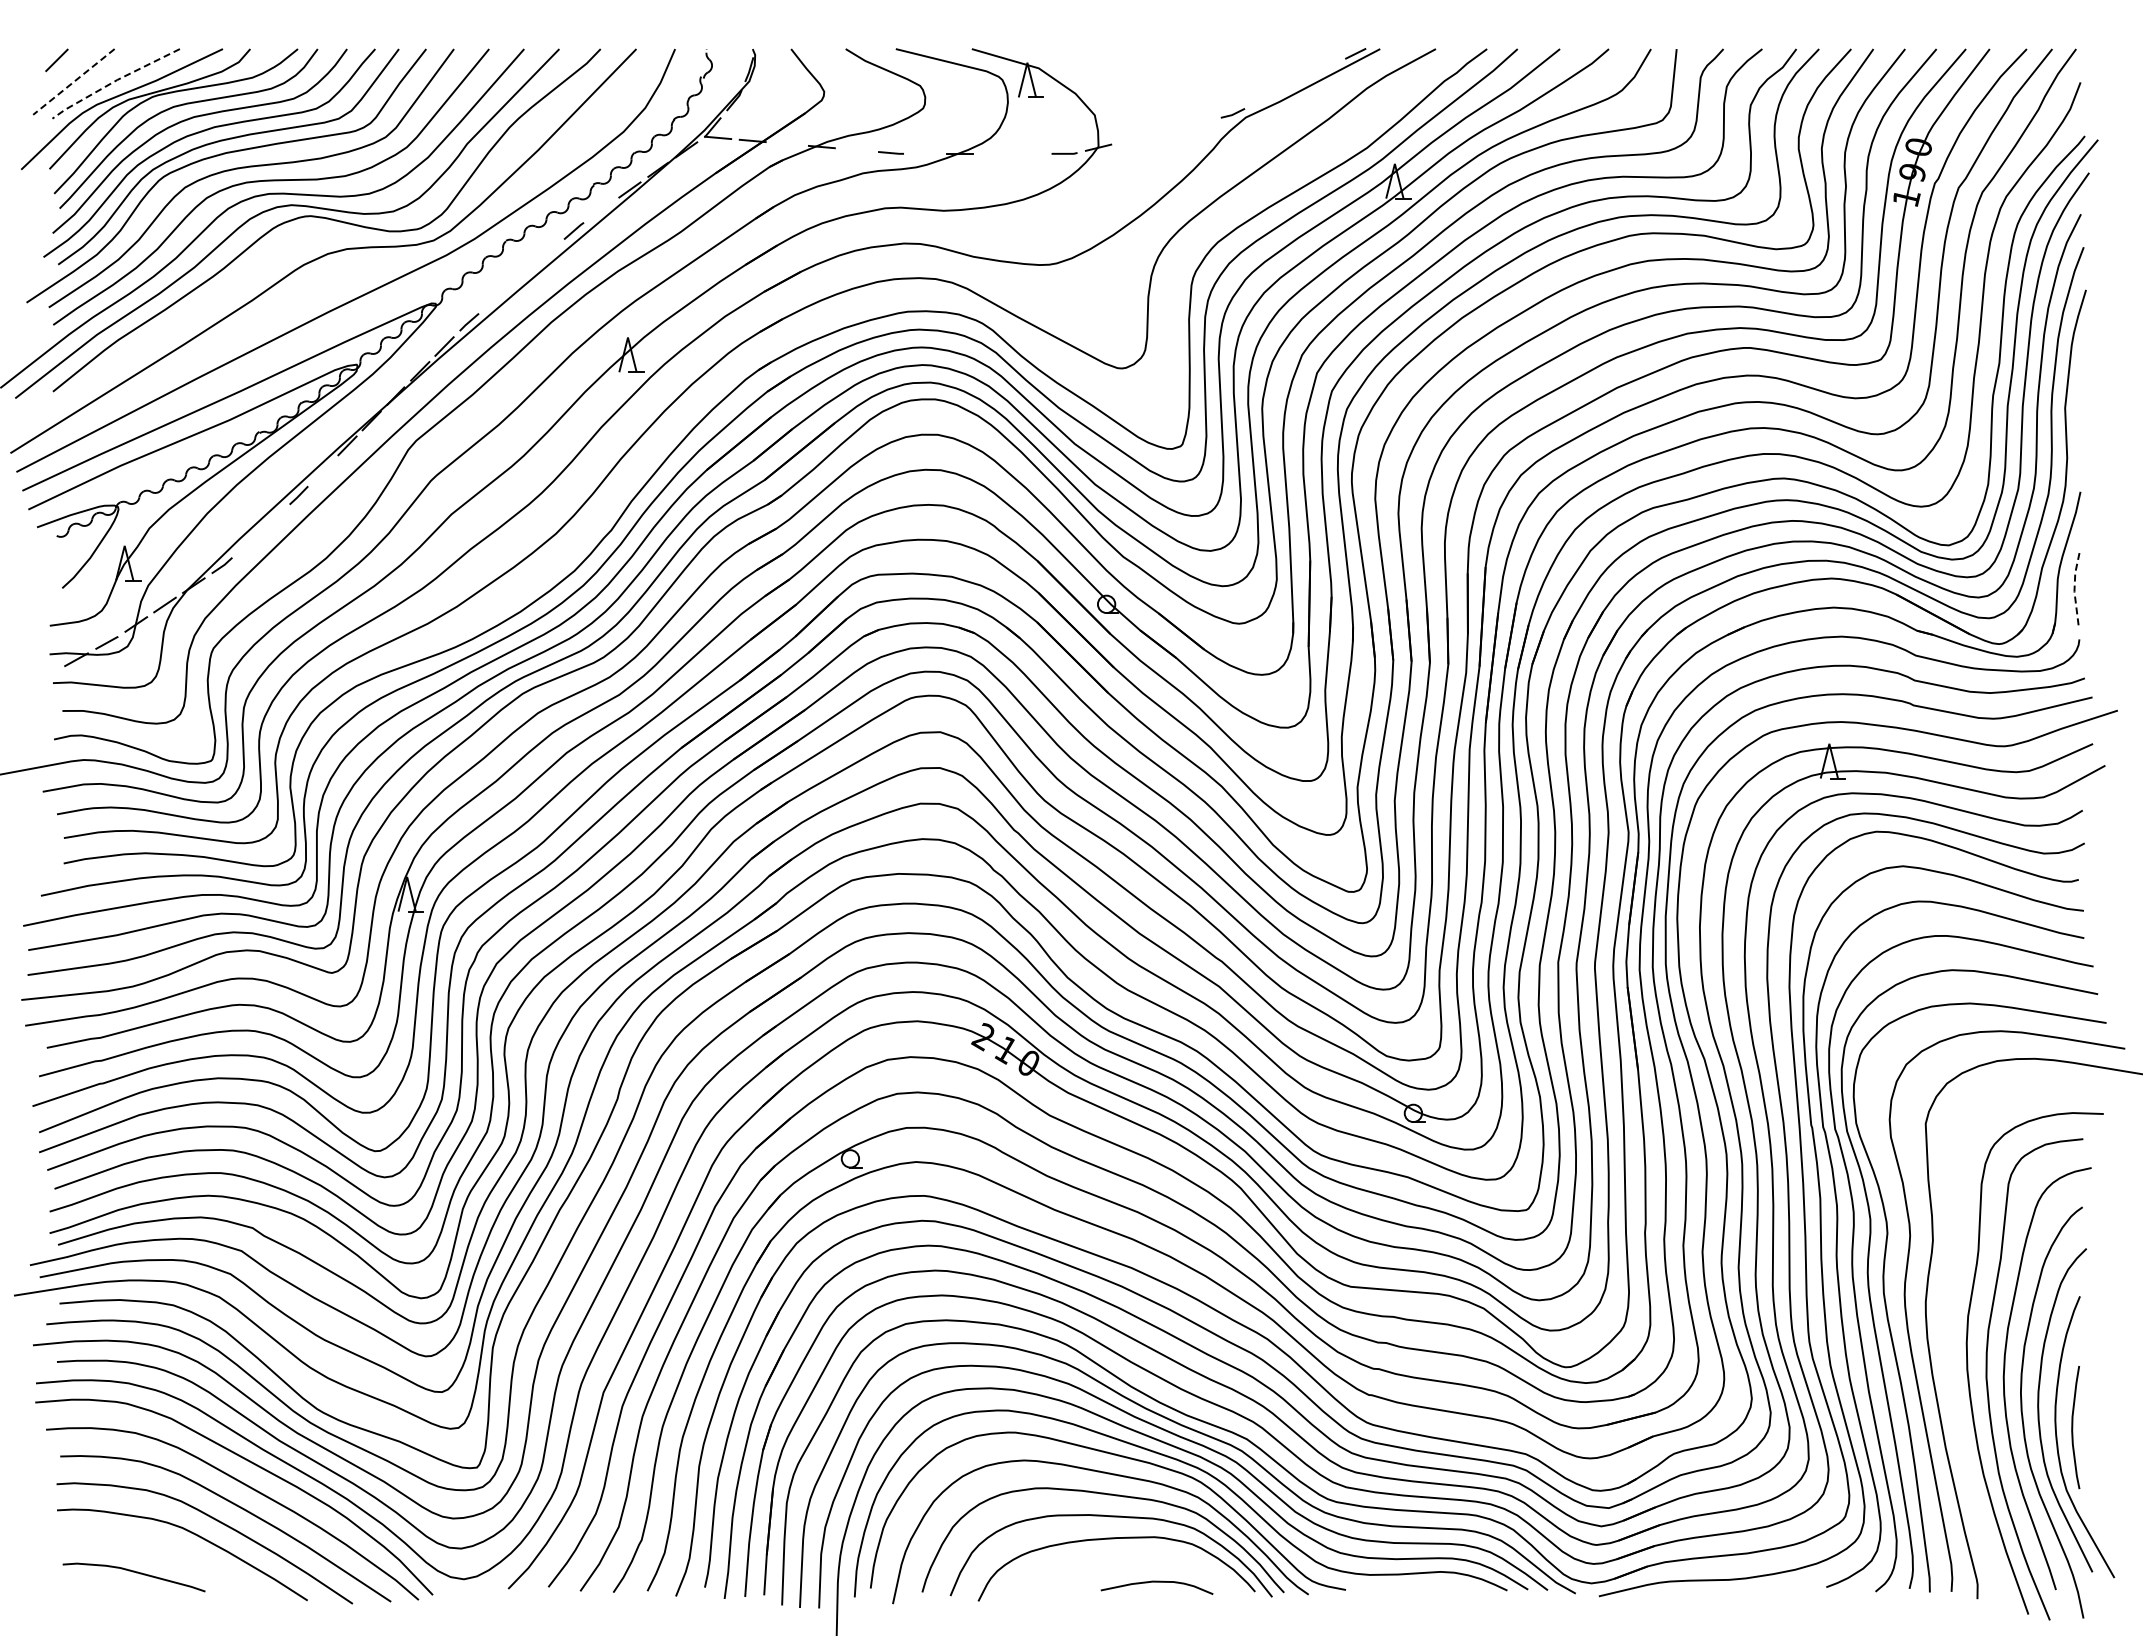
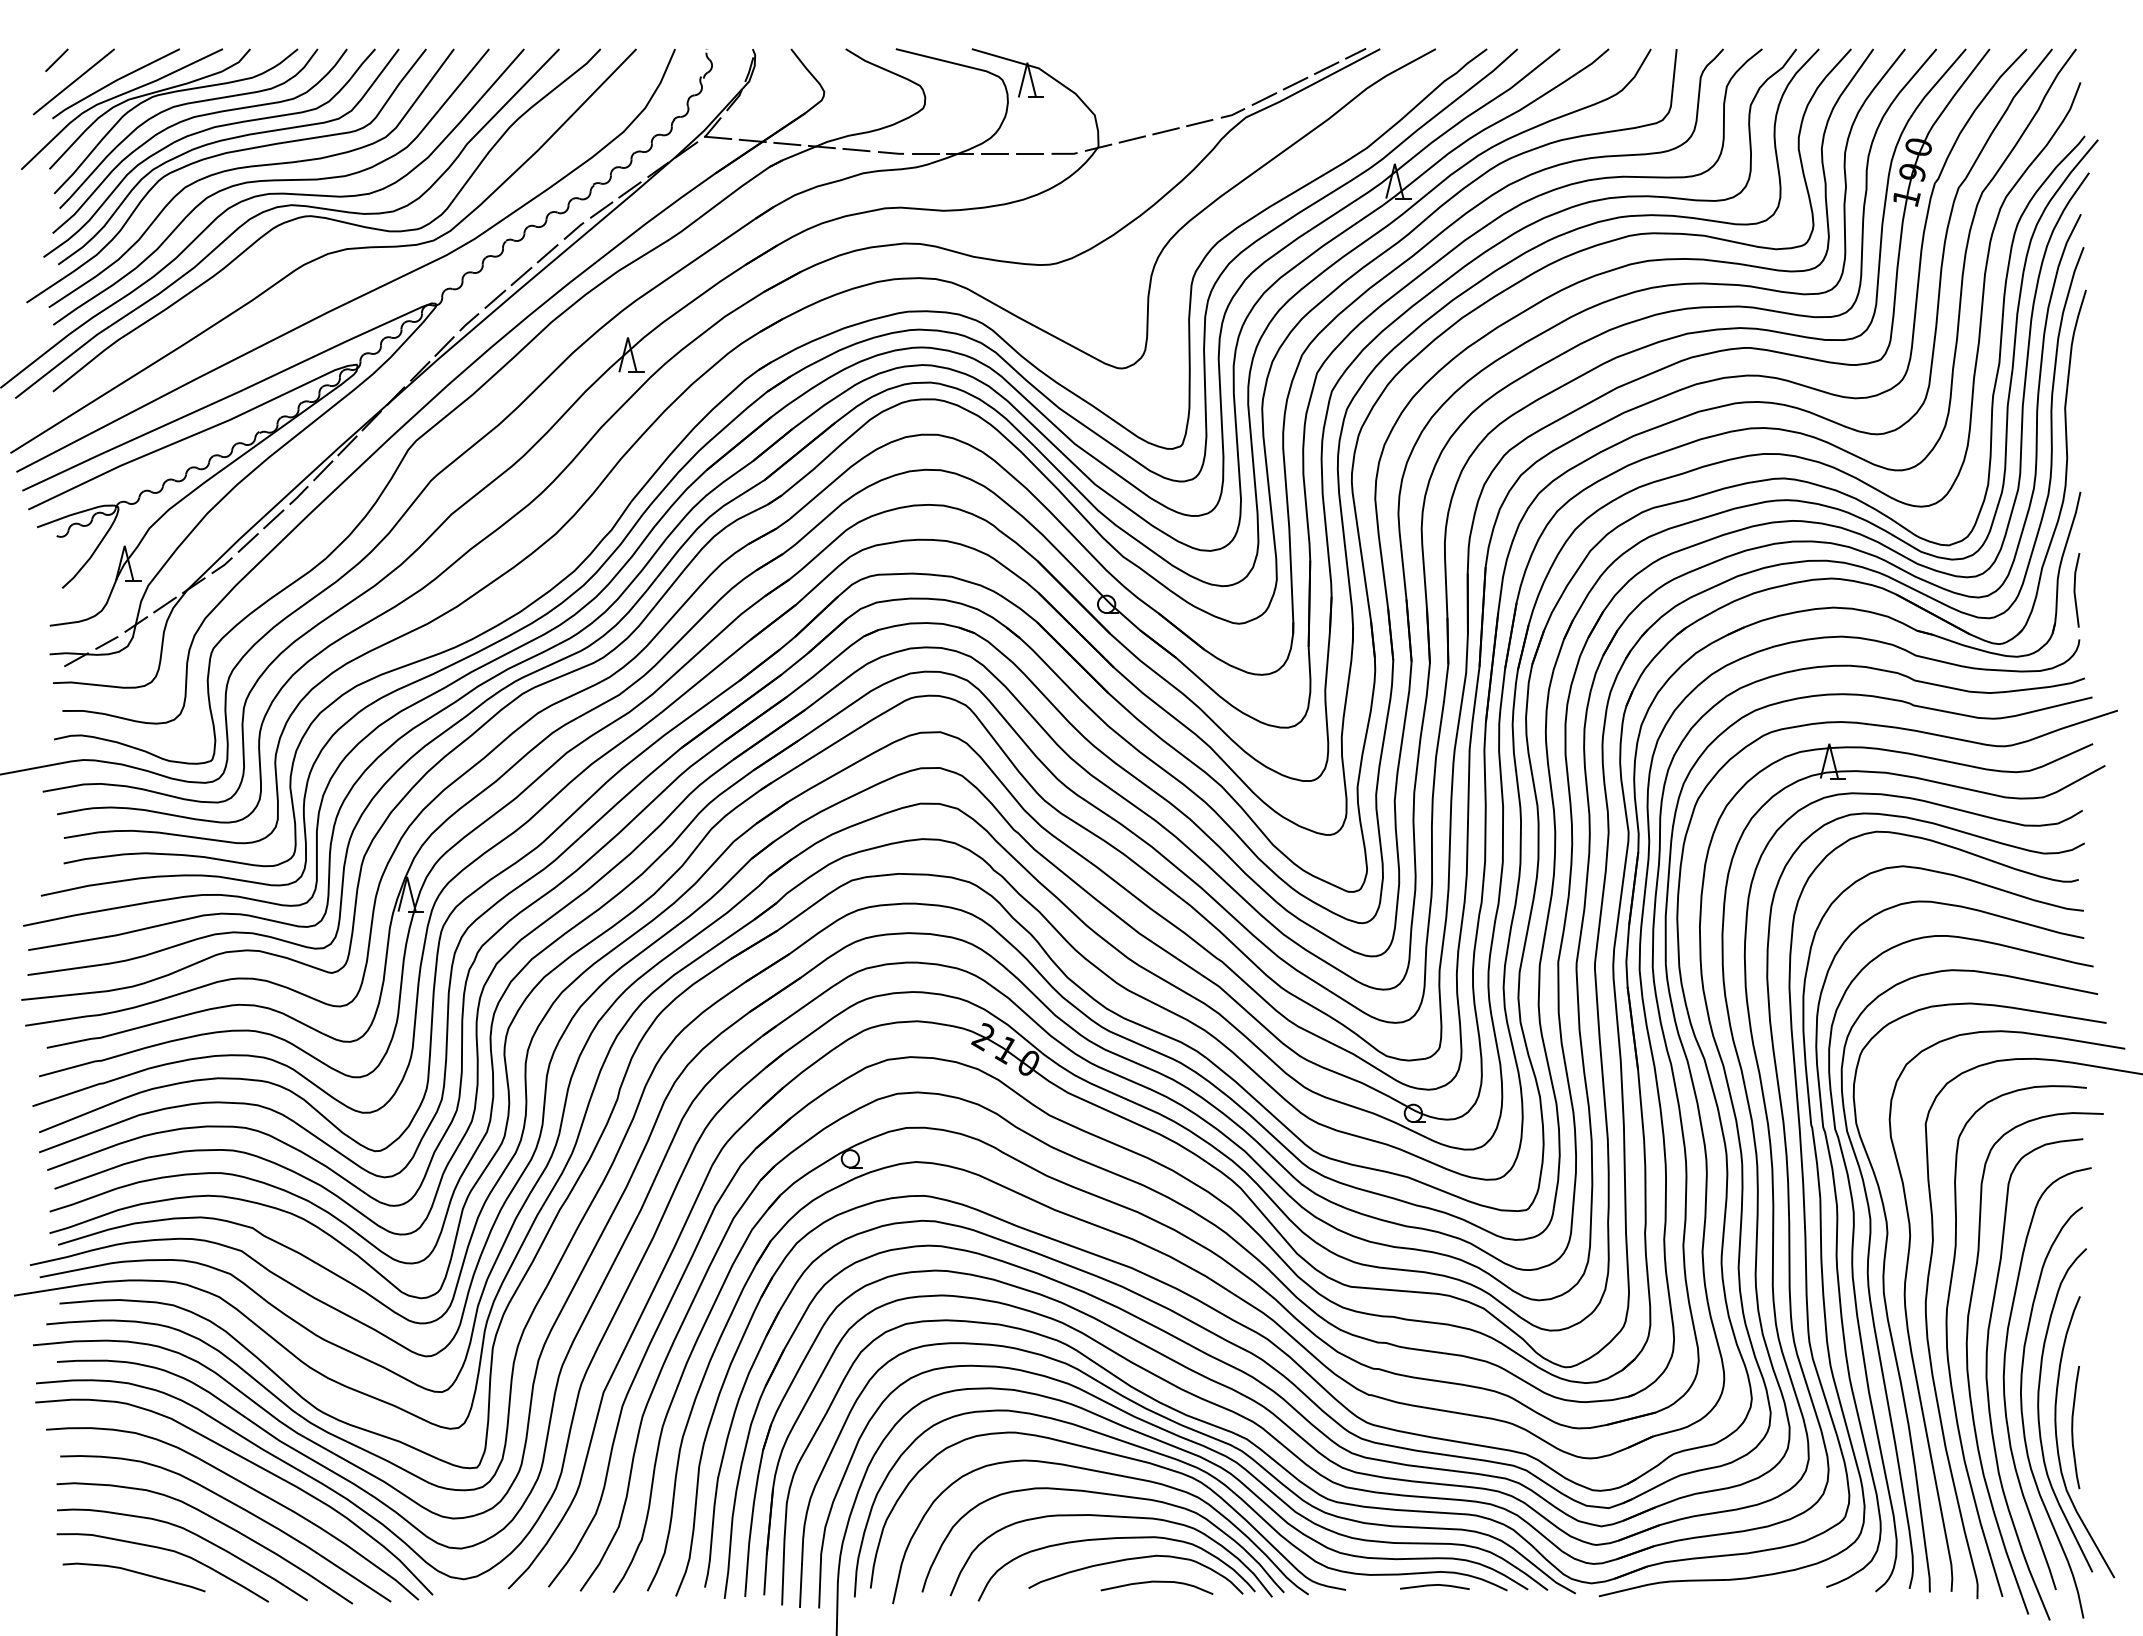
line at (1326, 68): none -> present
line at (113, 81): dashed -> solid
line at (73, 82): dashed -> solid
line at (1295, 83): none -> present
line at (1264, 98): none -> present
line at (1199, 122): none -> present
line at (1165, 131): none -> present
line at (1131, 139): none -> present
line at (787, 143): none -> present
line at (856, 149): none -> present
line at (925, 153): none -> present
line at (995, 153): none -> present
line at (1029, 153): none -> present
line at (601, 209): none -> present
line at (547, 253): none -> present
line at (521, 276): none -> present
line at (495, 298): none -> present
line at (323, 470): none -> present
line at (273, 519): none -> present
line at (247, 542): none -> present
line at (2074, 590): dashed -> solid
curve at (1948, 1349): none -> present
curve at (165, 1550): none -> present
curve at (1135, 1559): none -> present
line at (1434, 1585): none -> present
